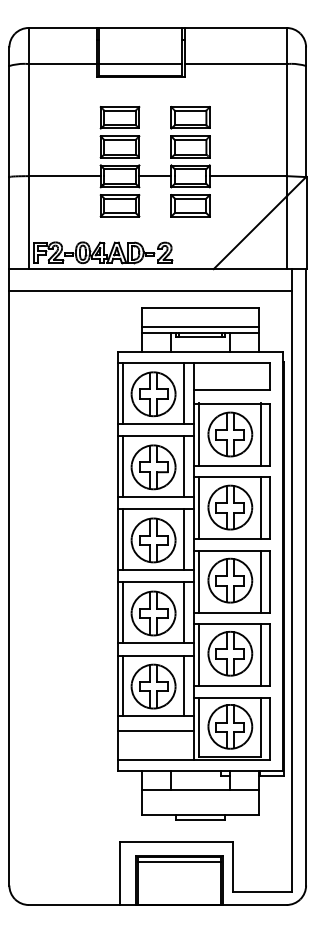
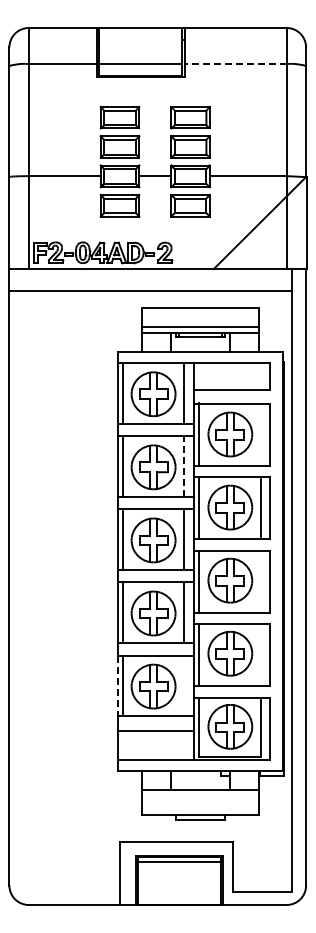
line at (235, 64): solid -> dashed
line at (261, 434): present -> none
line at (183, 466): solid -> dashed
line at (261, 581): present -> none
line at (261, 655): present -> none
line at (183, 685): present -> none
line at (117, 686): solid -> dashed
